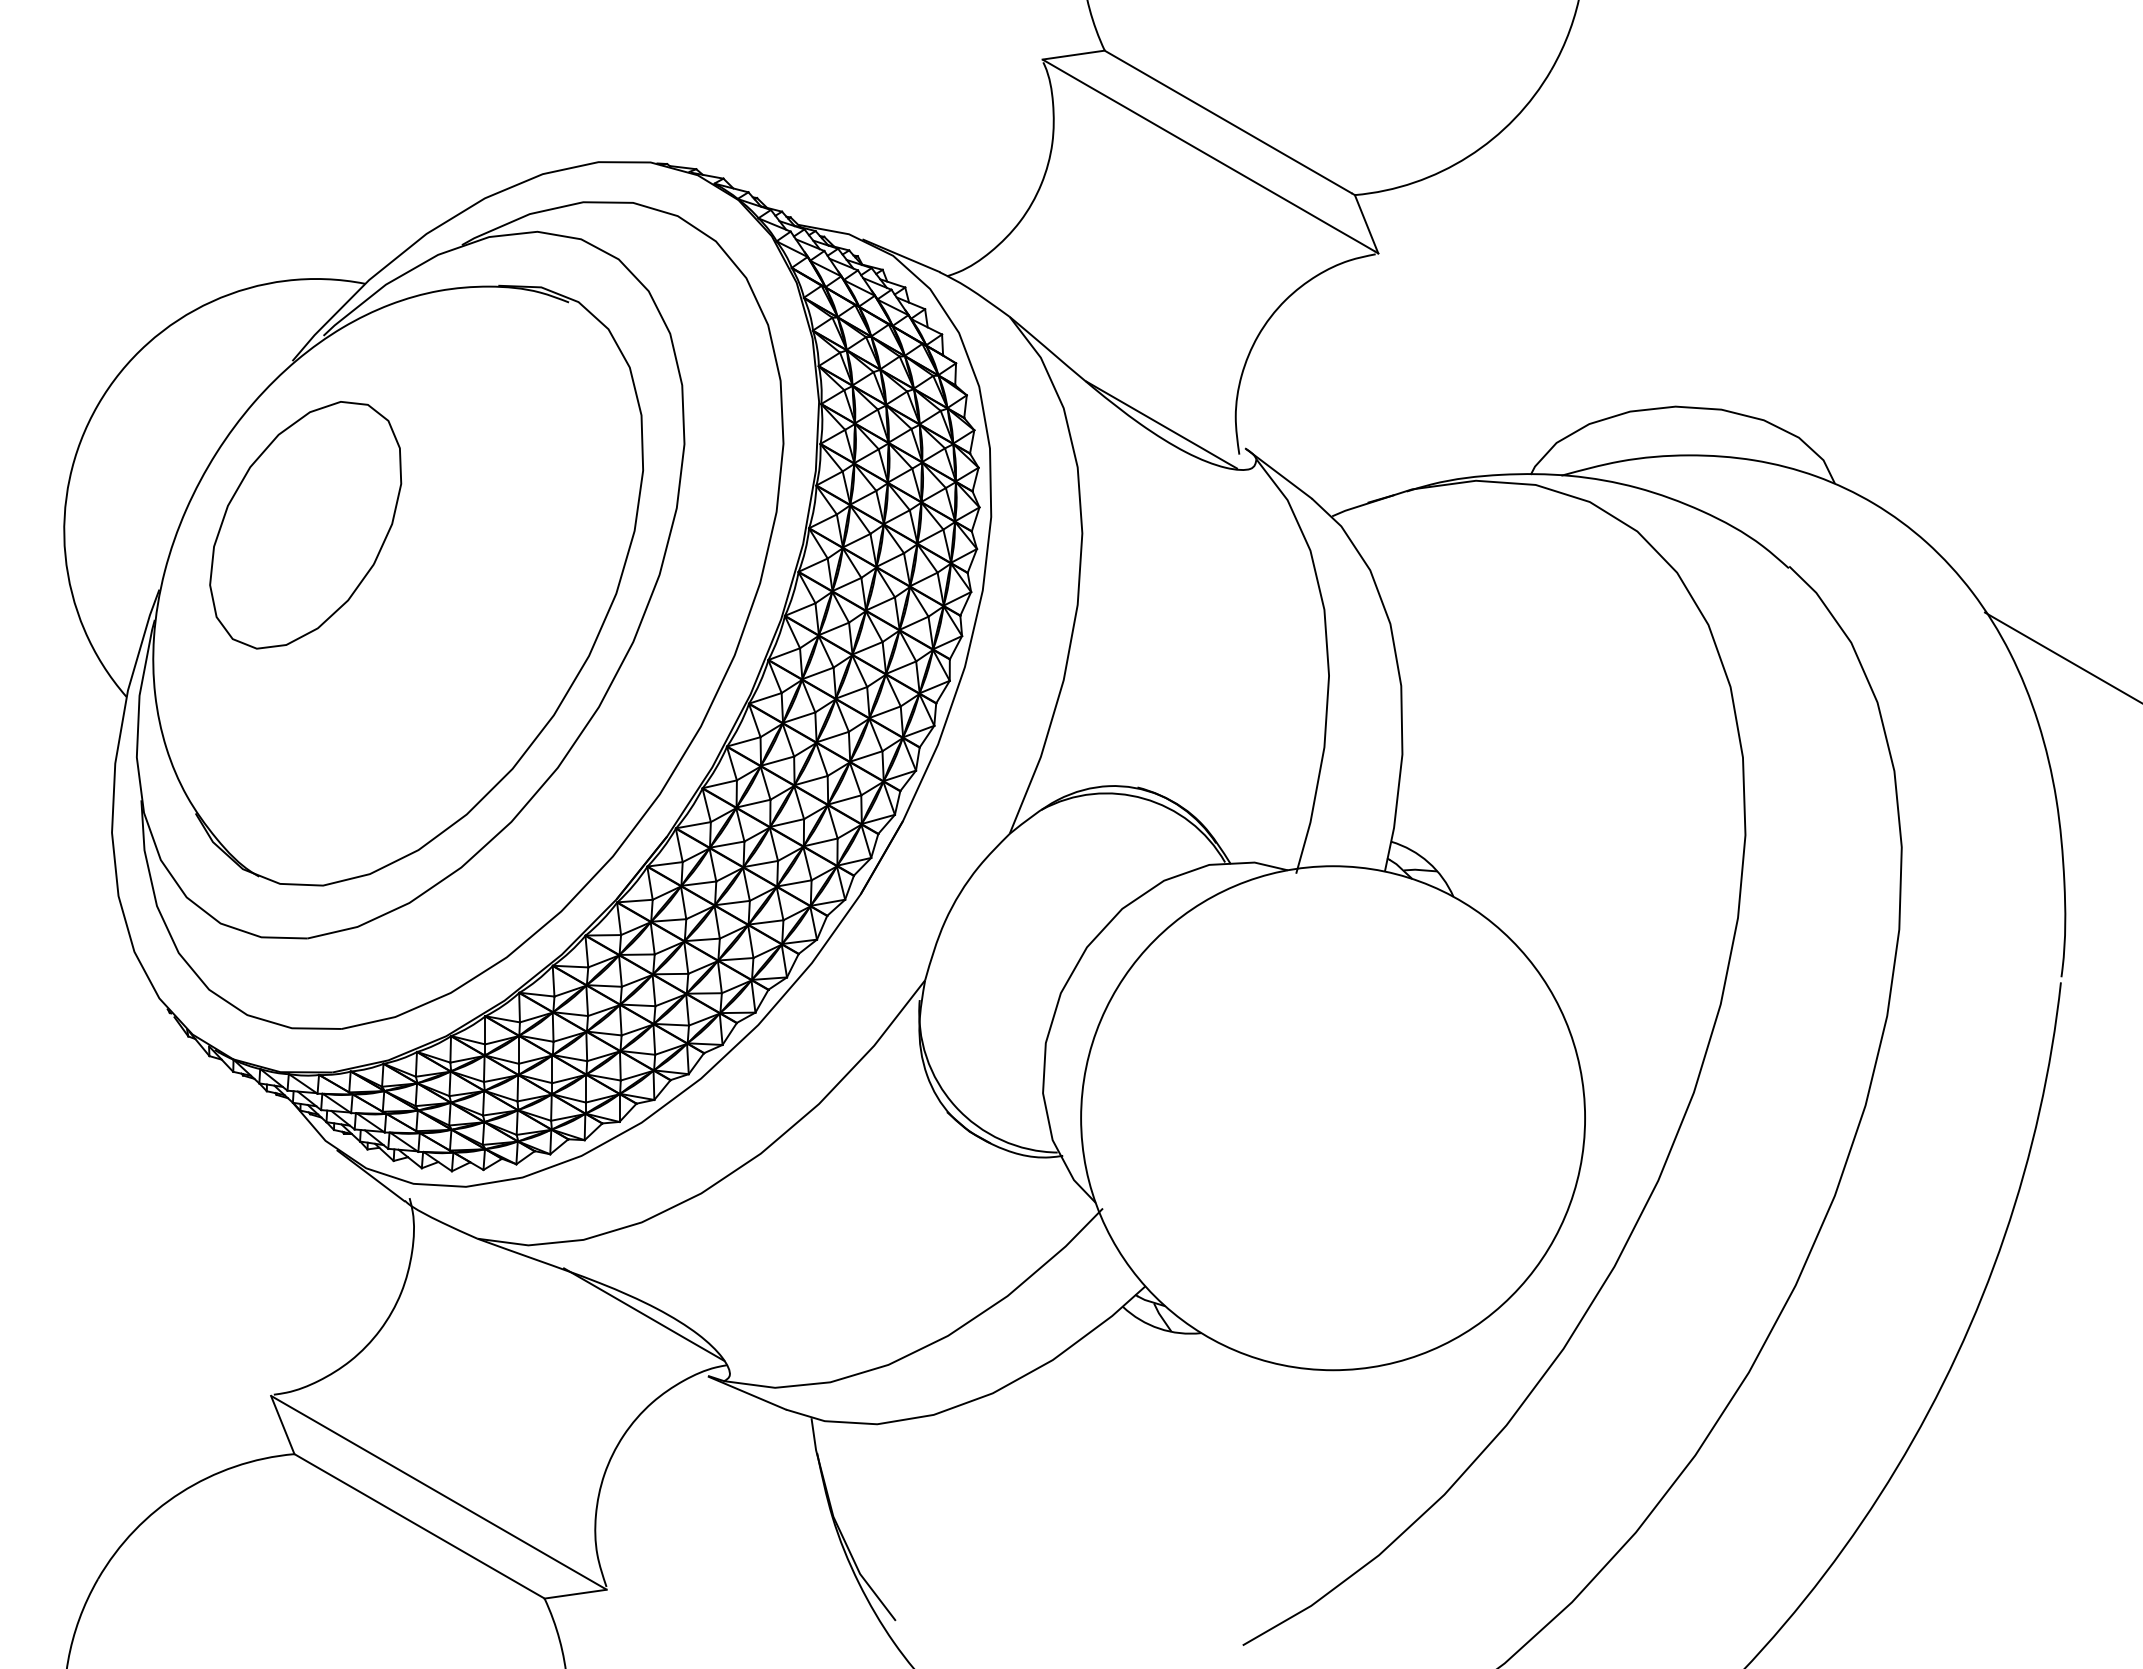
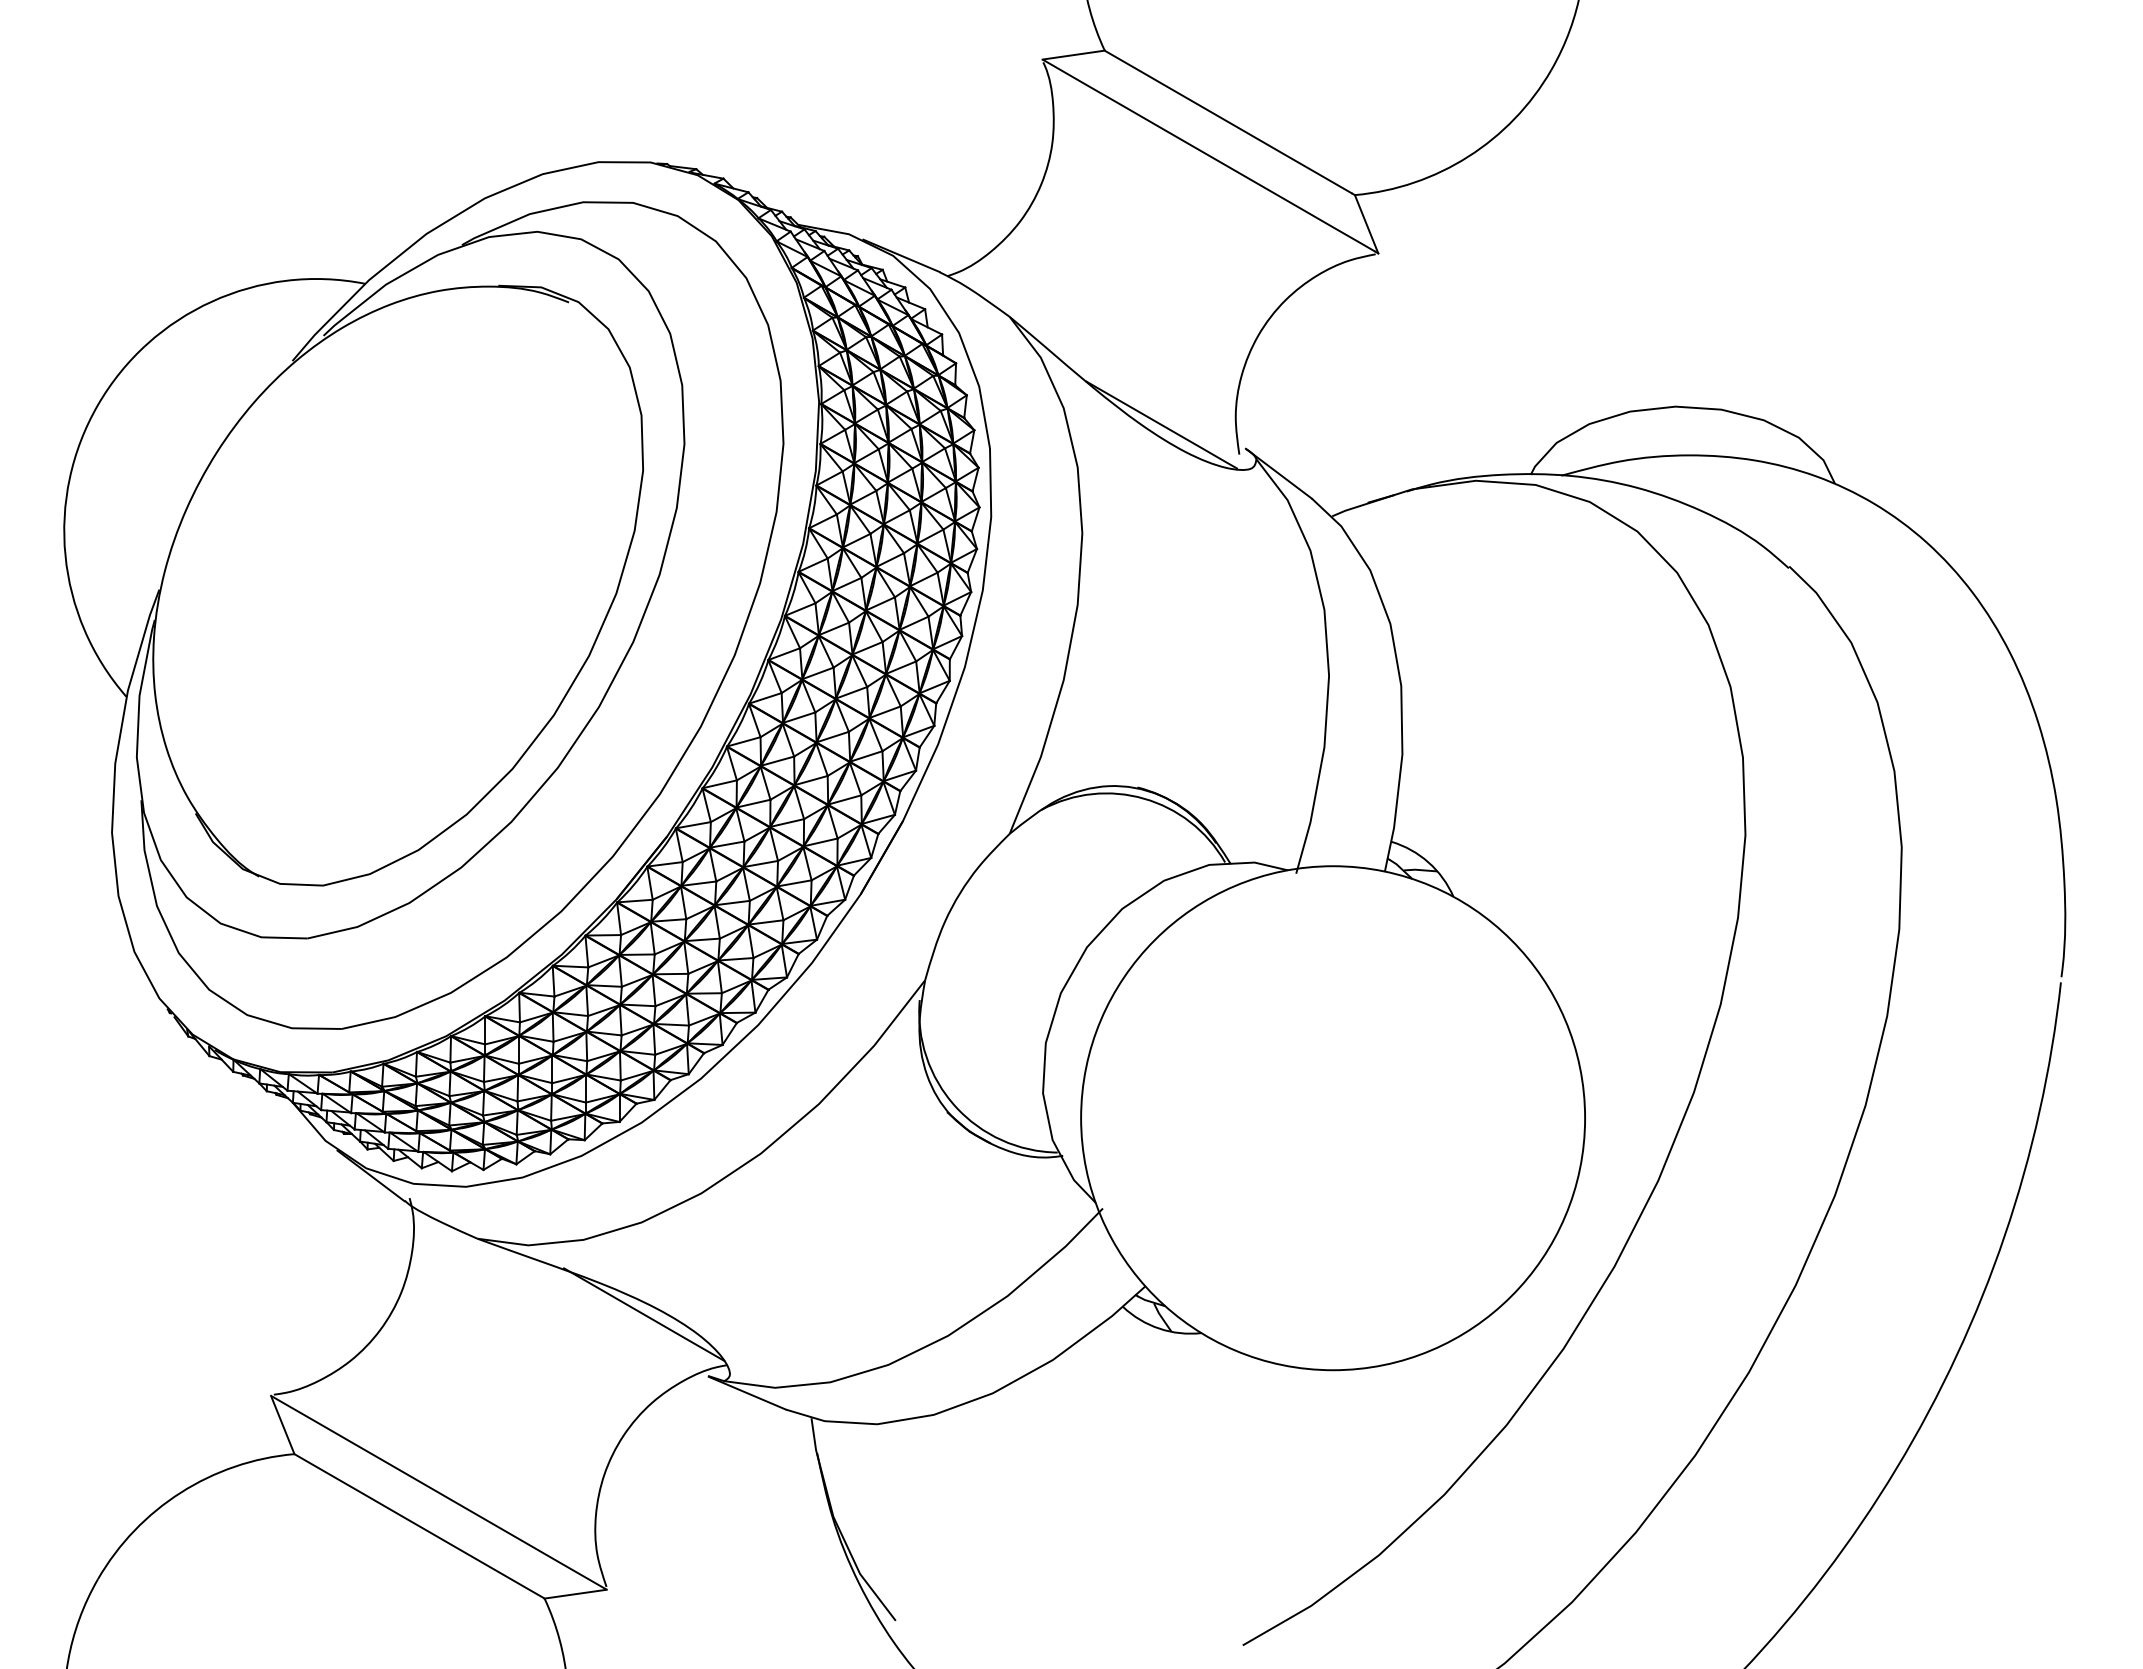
part at (305, 525): present -> none
line at (2061, 656): present -> none
